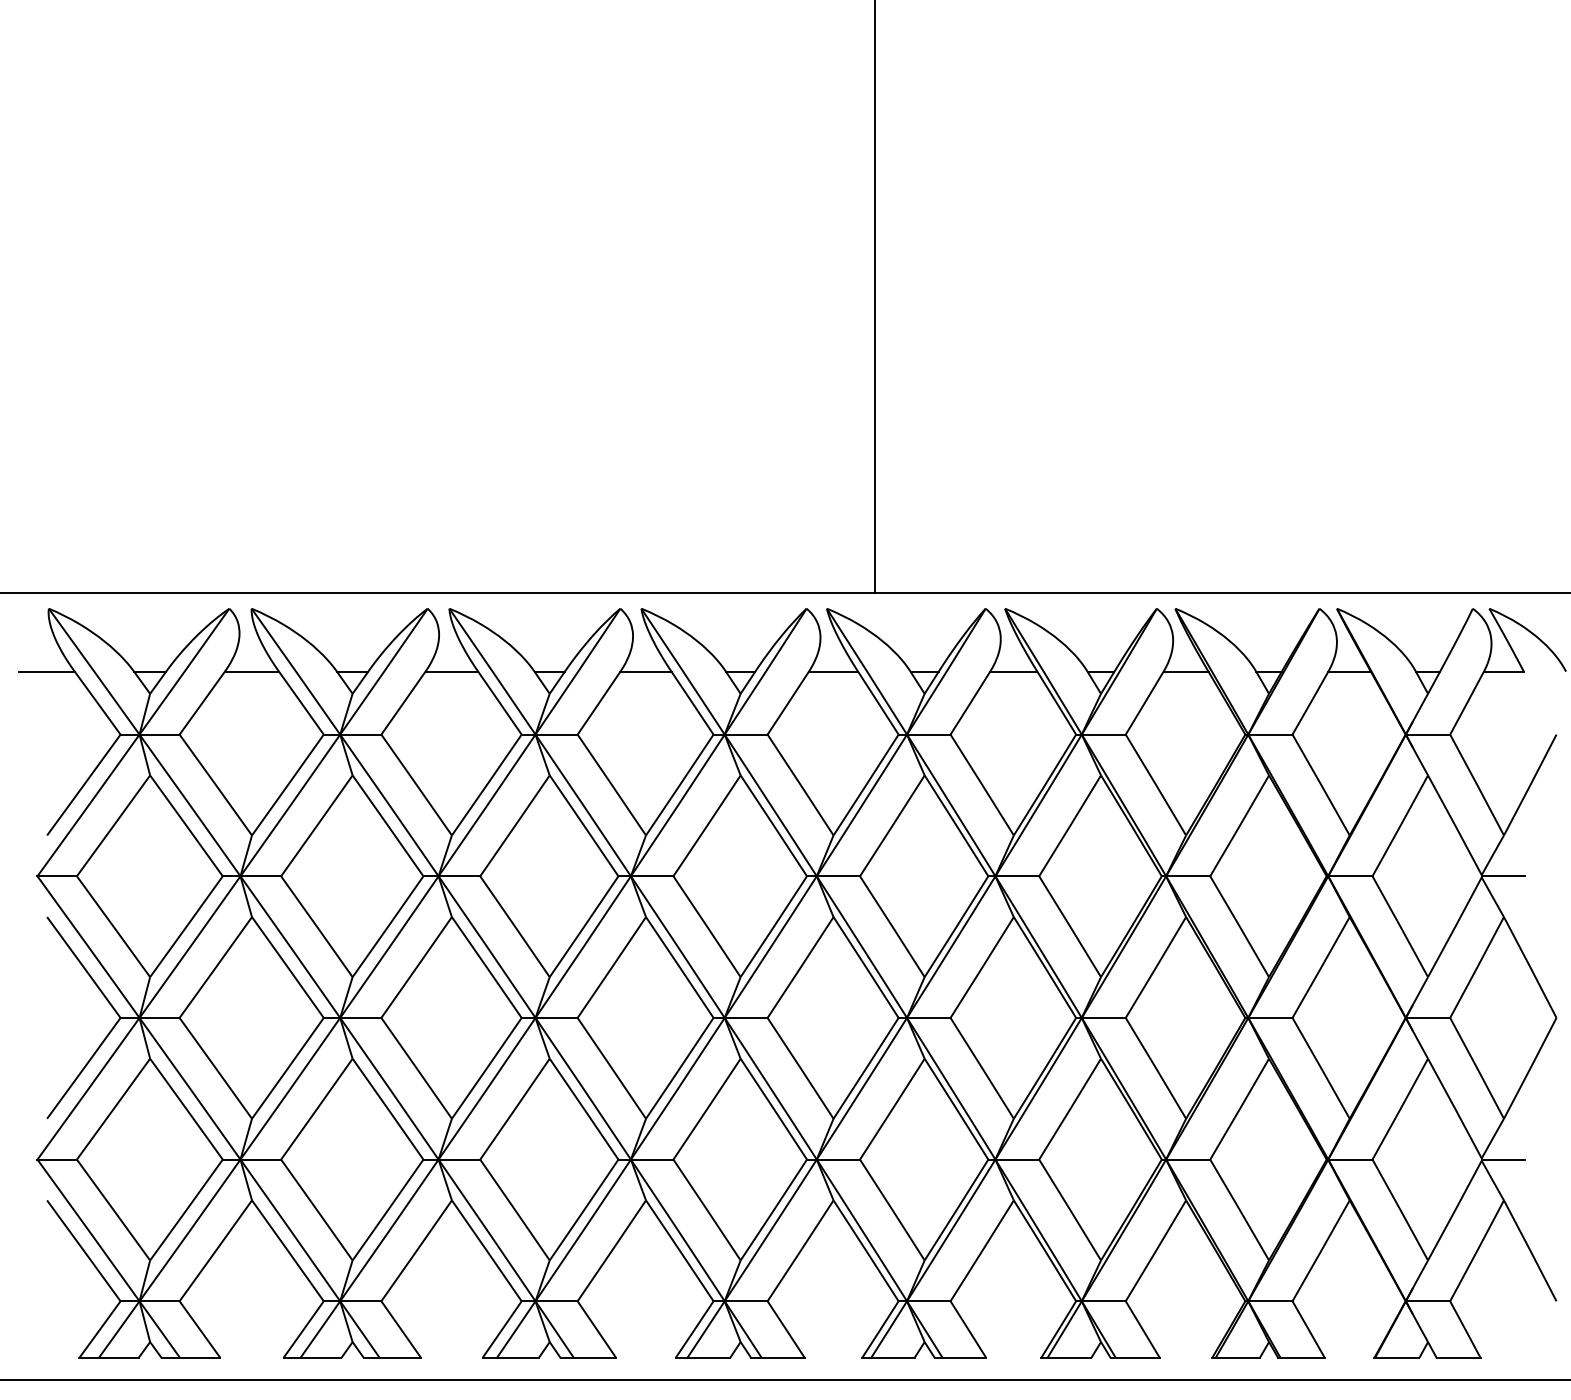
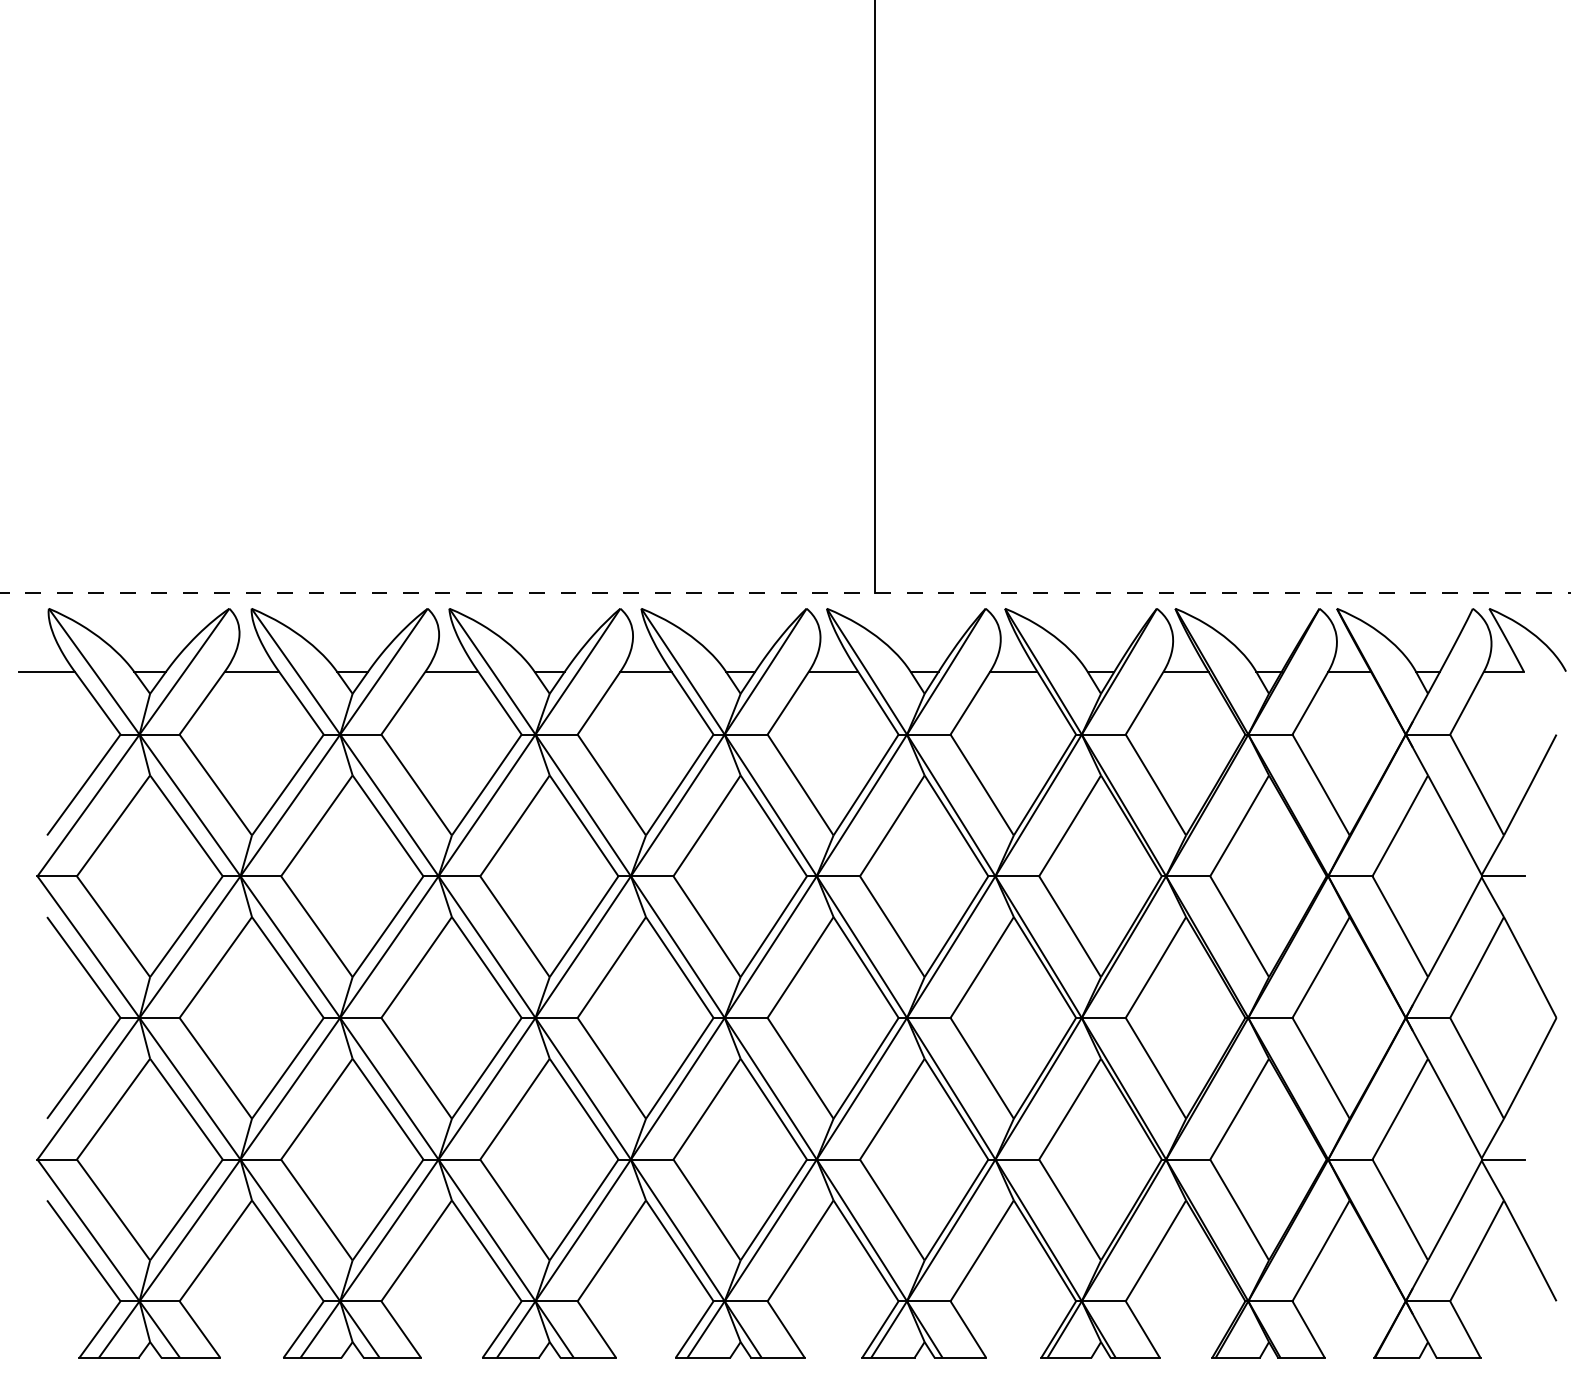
line at (785, 592): solid -> dashed
line at (784, 1379): present -> none
